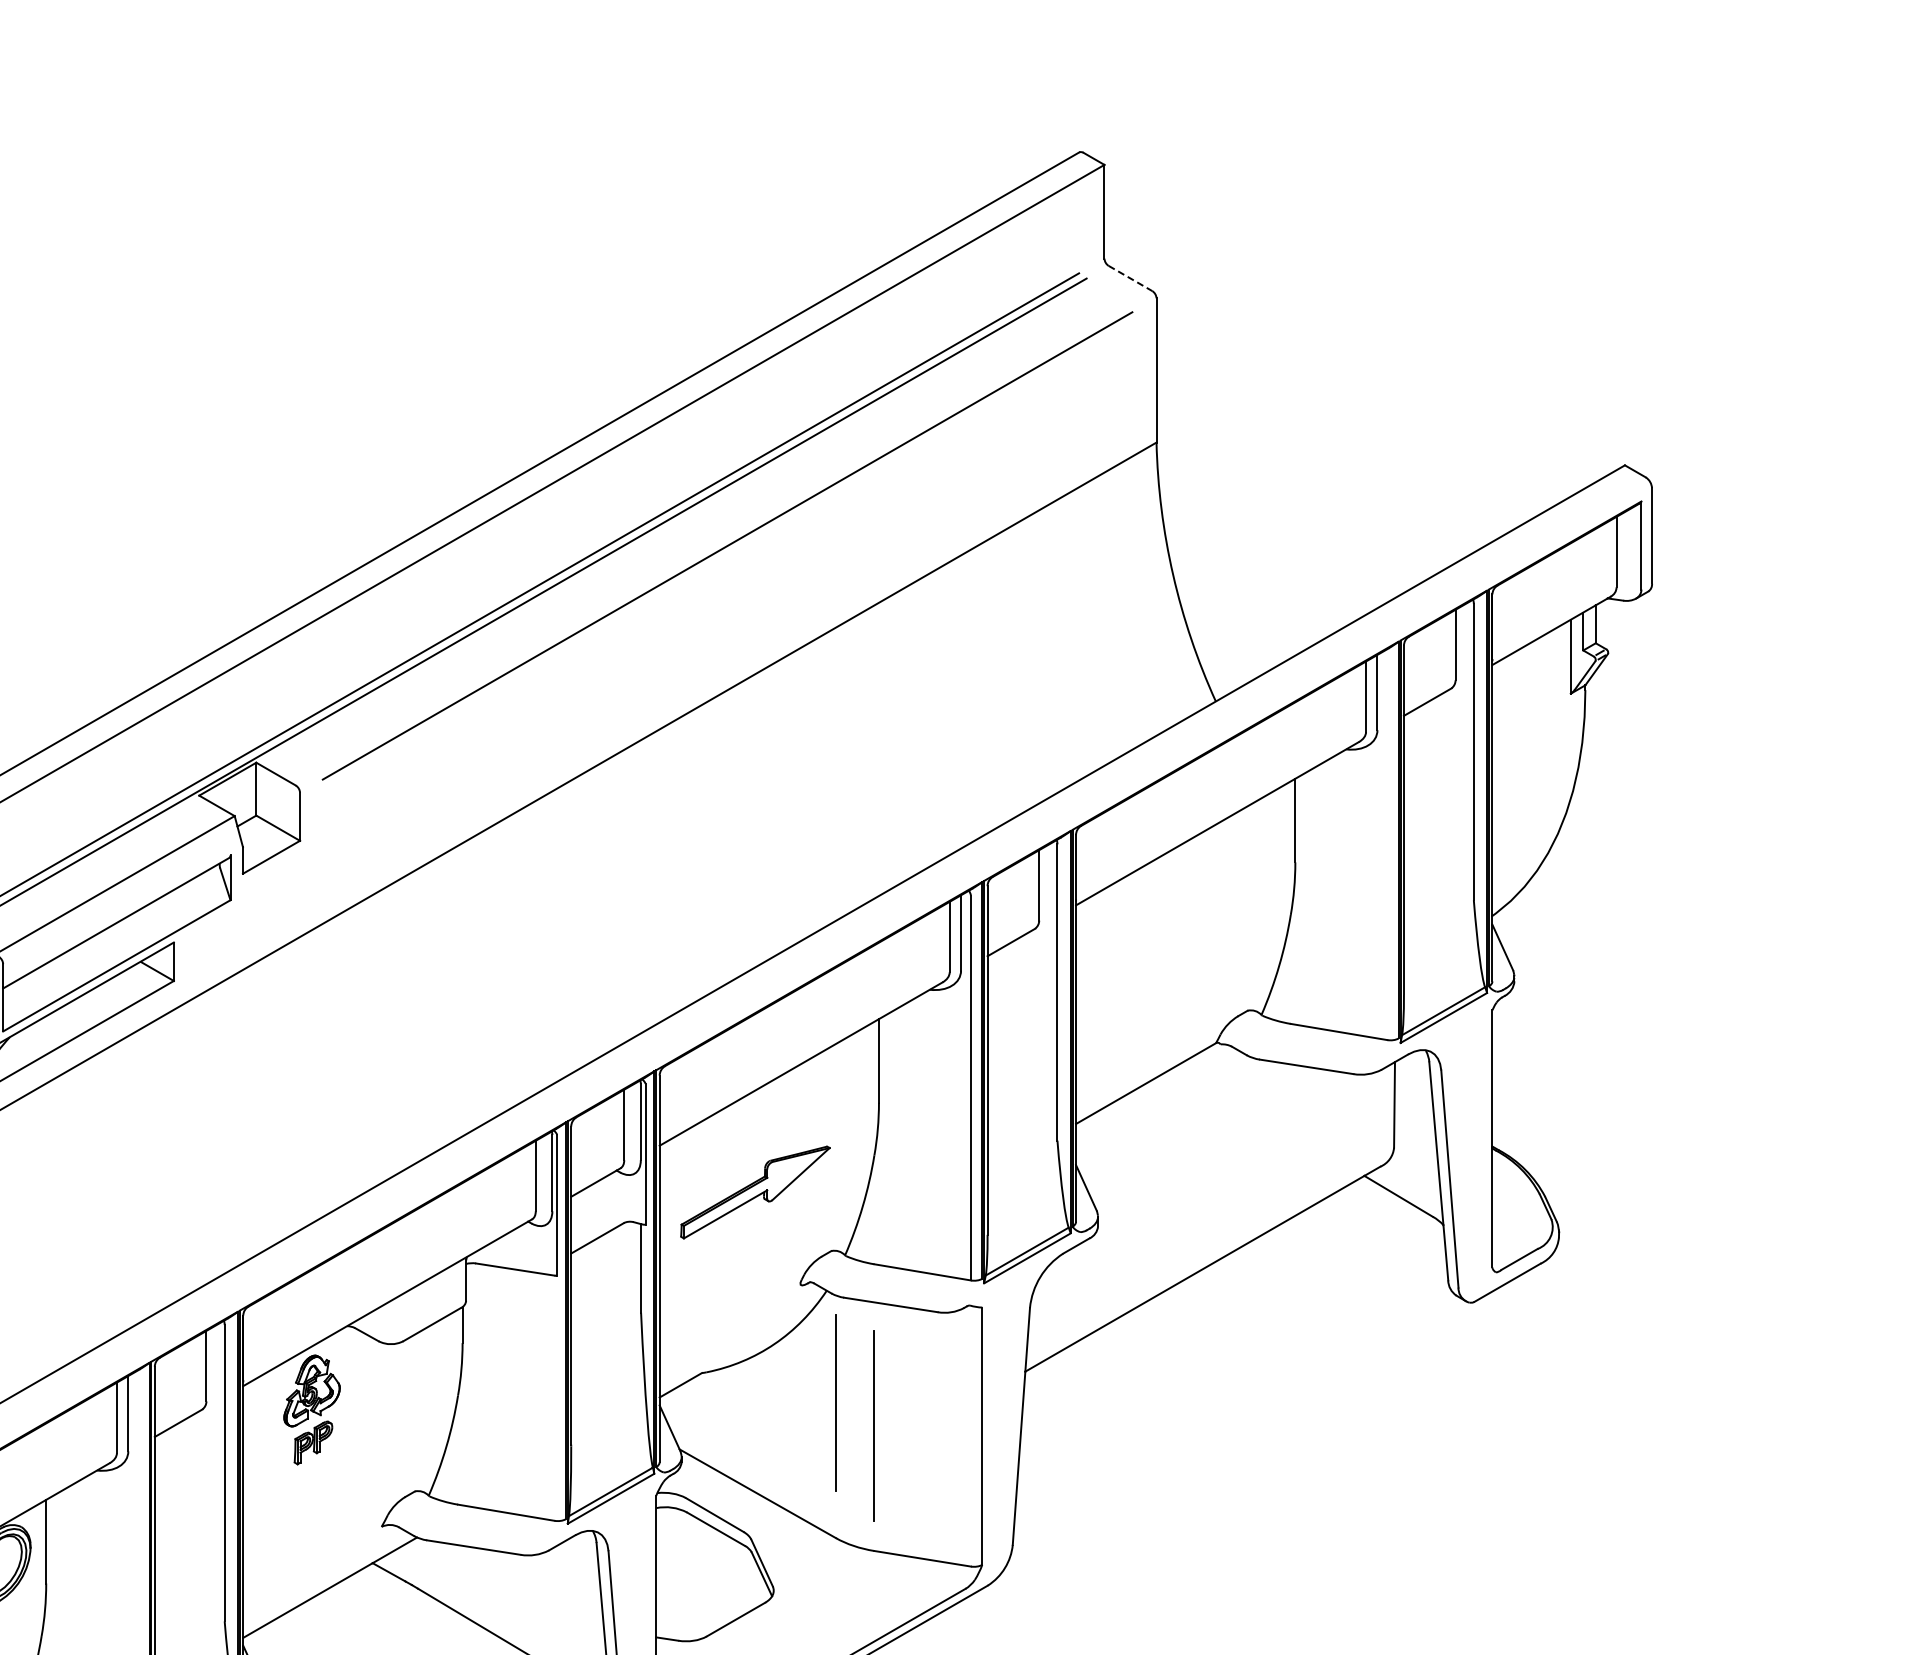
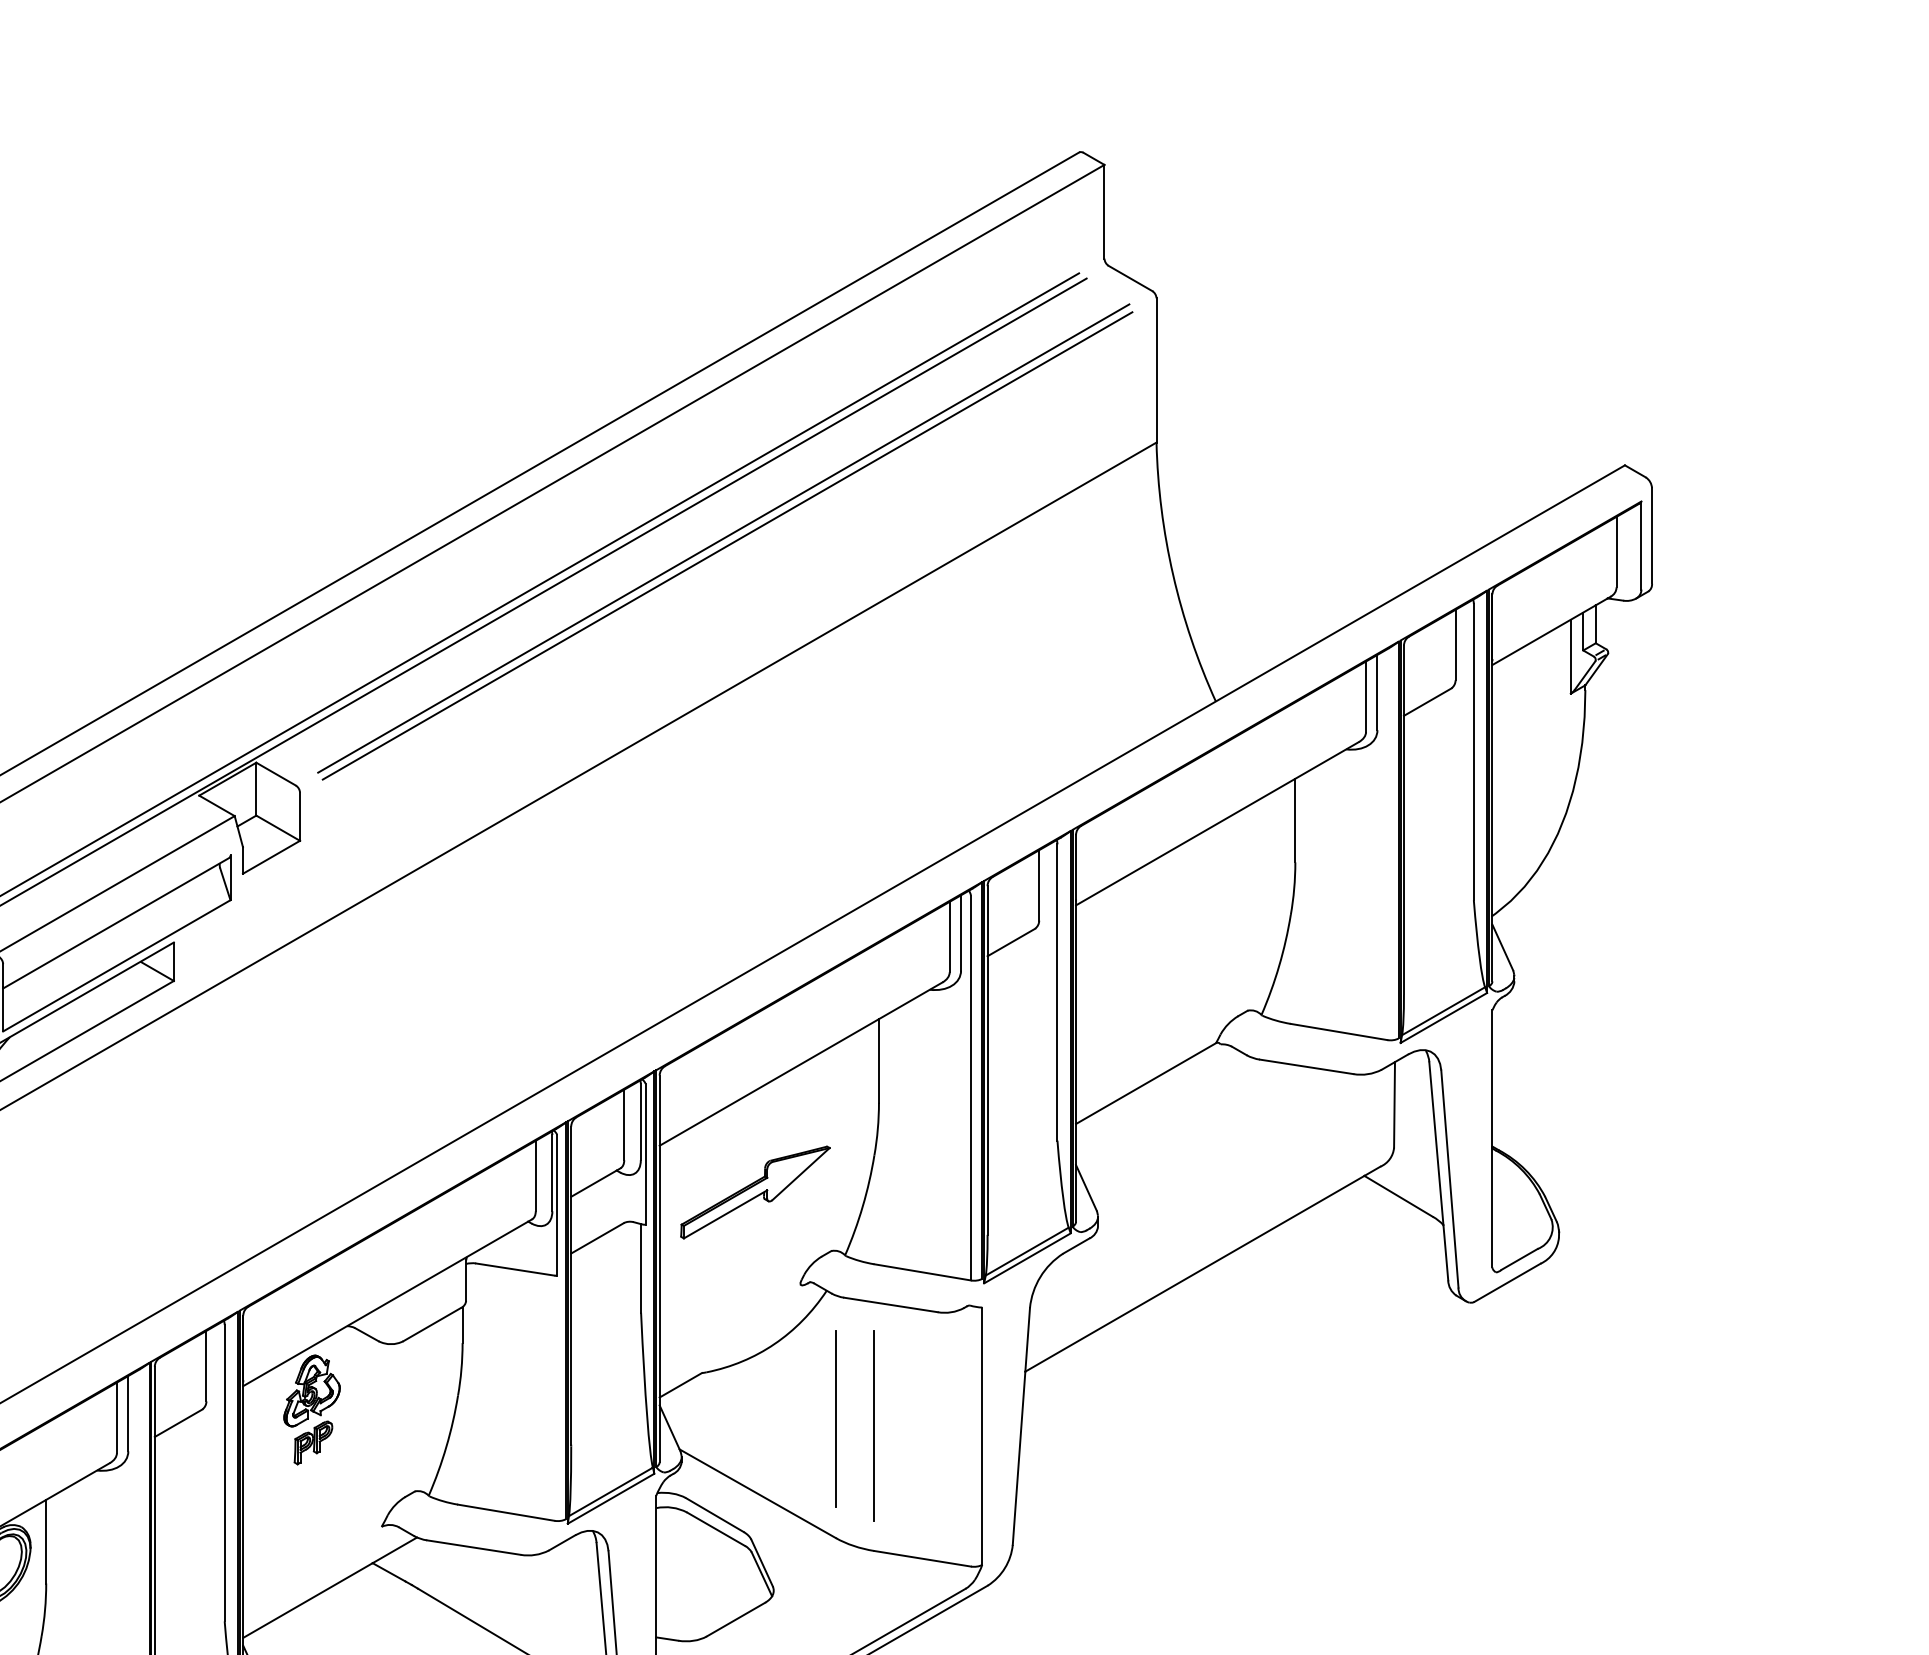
line at (1130, 278): dashed -> solid
line at (723, 538): none -> present
line at (835, 1402) position: (835, 1402) -> (835, 1418)
